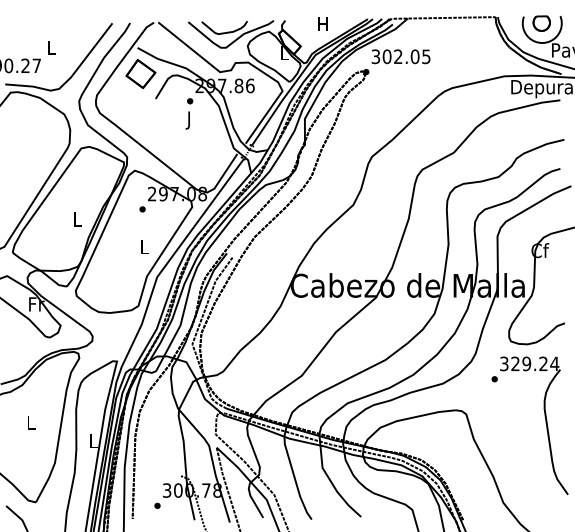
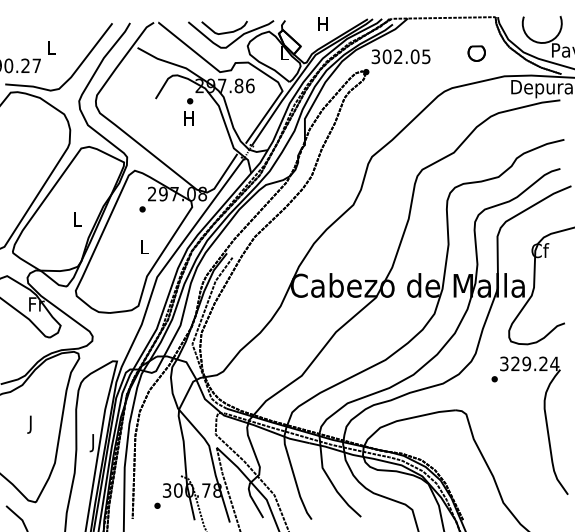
part at (541, 23) position: (541, 23) -> (476, 53)
part at (140, 73): present -> none
text at (188, 120): J -> H
text at (31, 424): L -> J
text at (93, 443): L -> J
